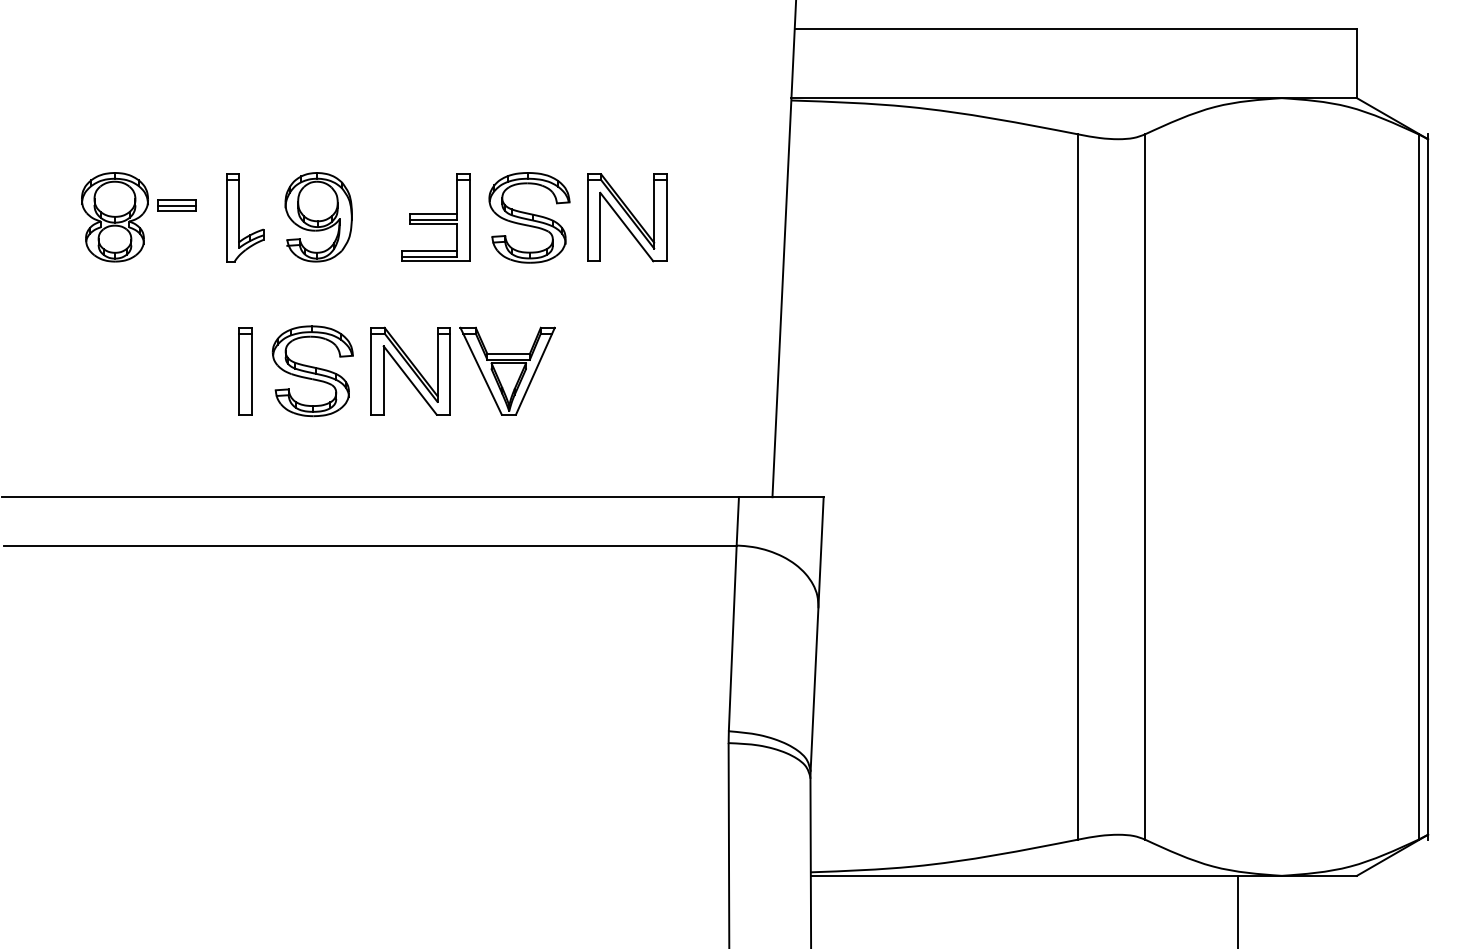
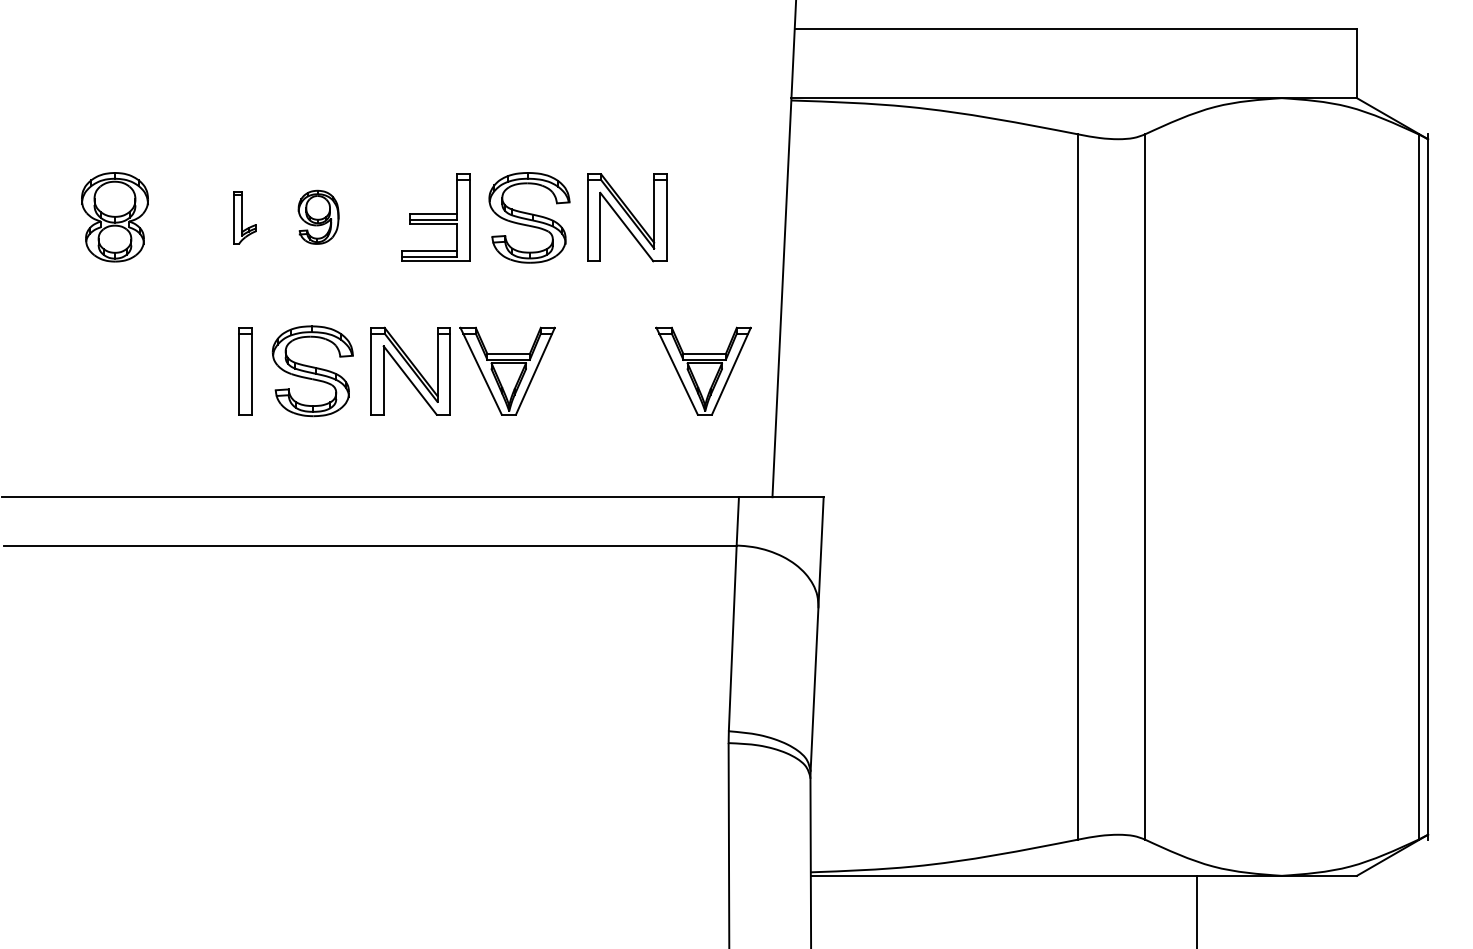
part at (176, 205): present -> none
part at (245, 217) size: 39x90 px -> 24x54 px
part at (318, 217) size: 69x91 px -> 43x56 px
part at (703, 370): none -> present
line at (1238, 910) position: (1238, 910) -> (1197, 910)
